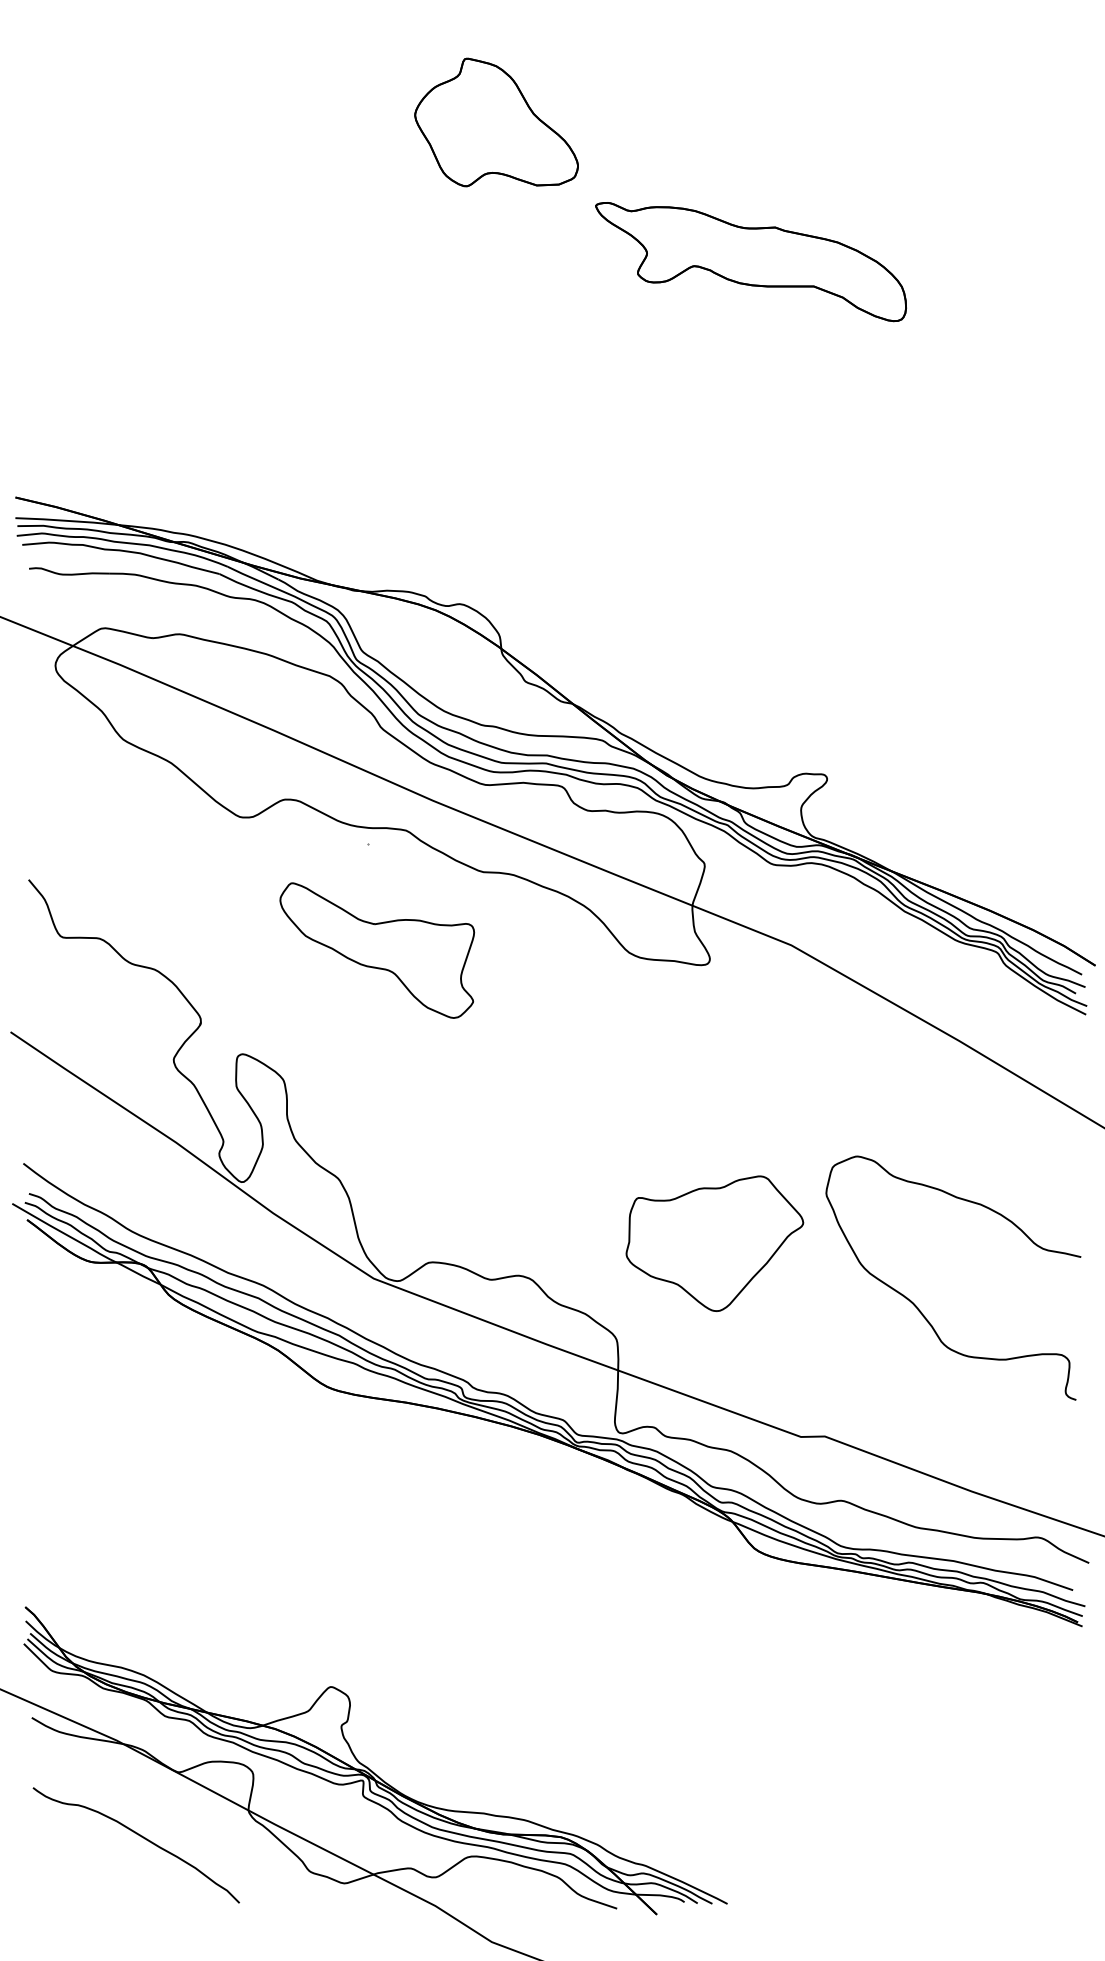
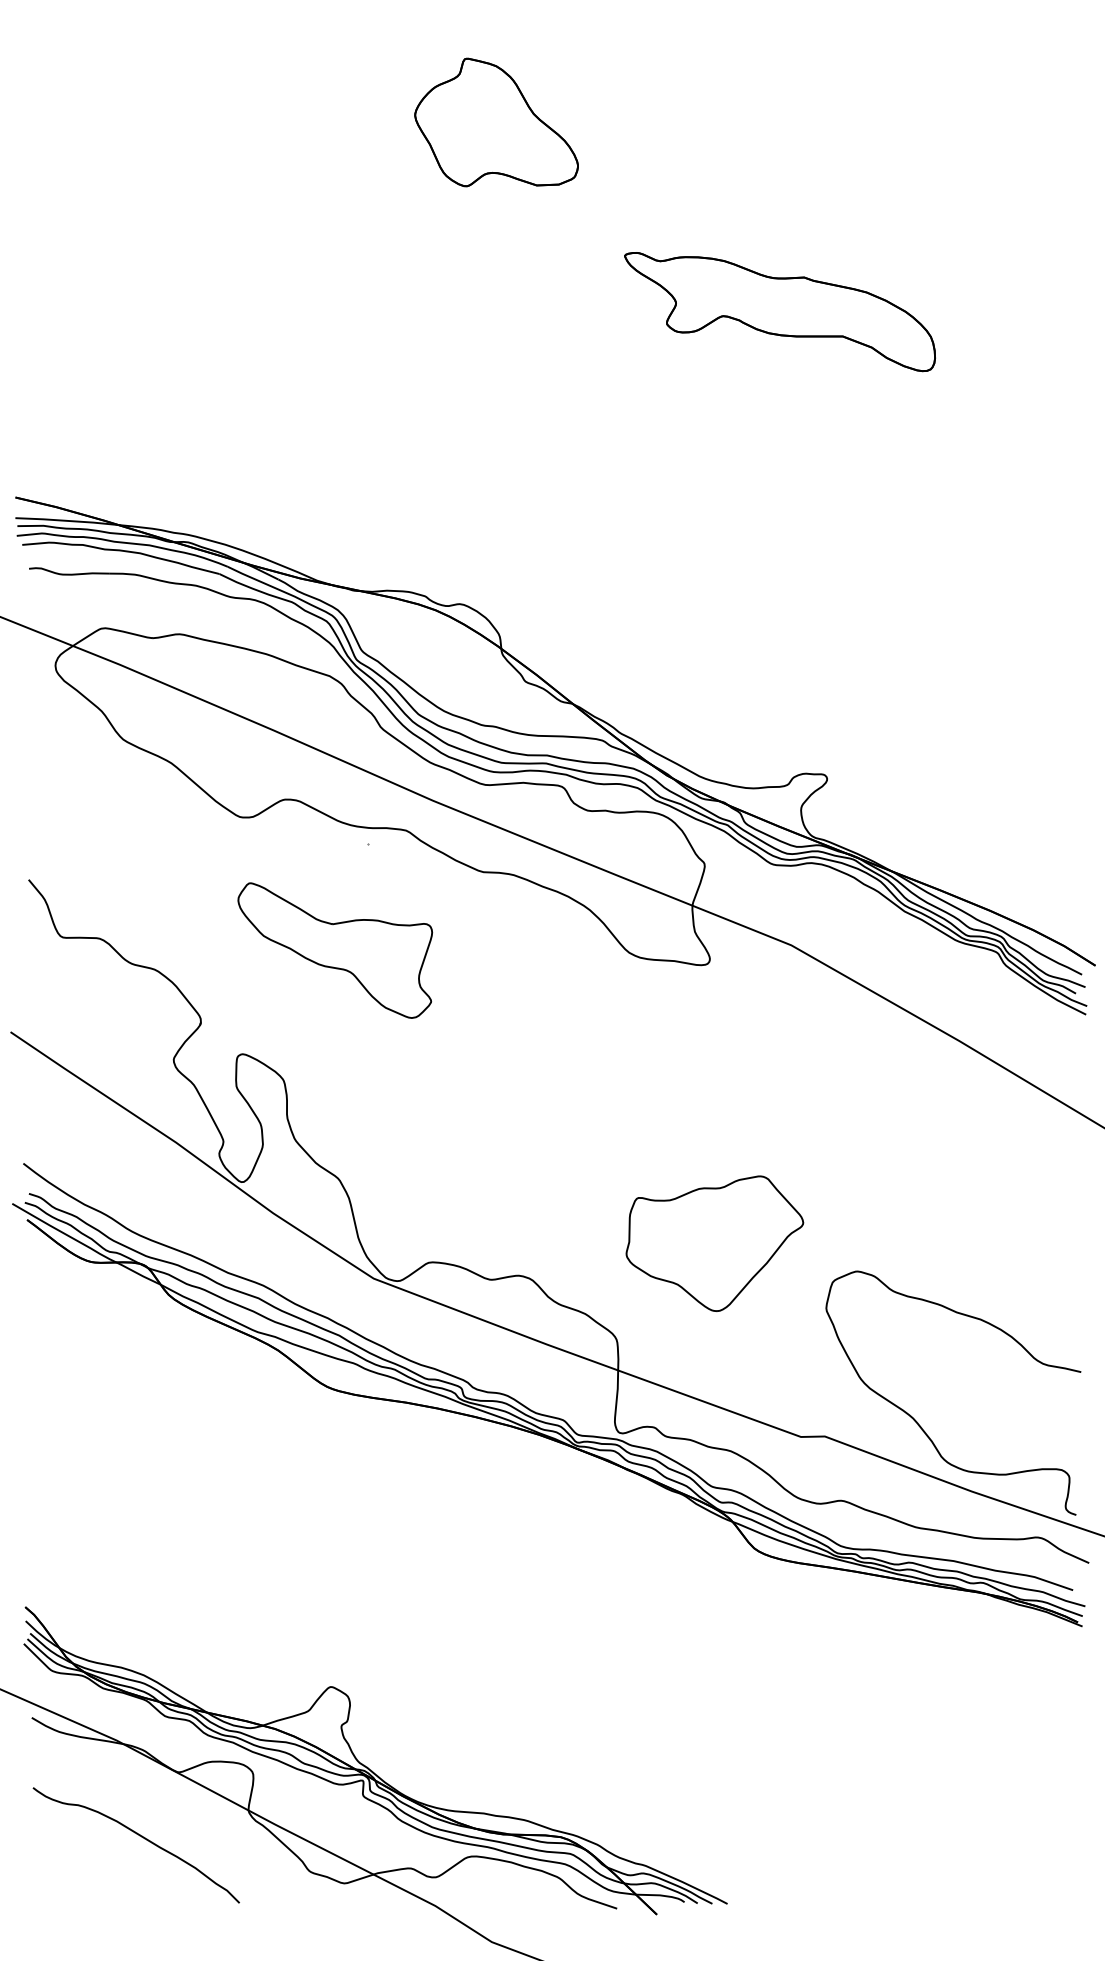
part at (750, 262) position: (750, 262) -> (779, 312)
part at (377, 950) position: (377, 950) -> (335, 950)
curve at (918, 1307) position: (918, 1307) -> (918, 1422)
